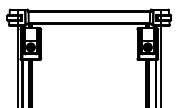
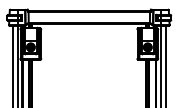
line at (13, 65): none -> present
line at (165, 65): none -> present
